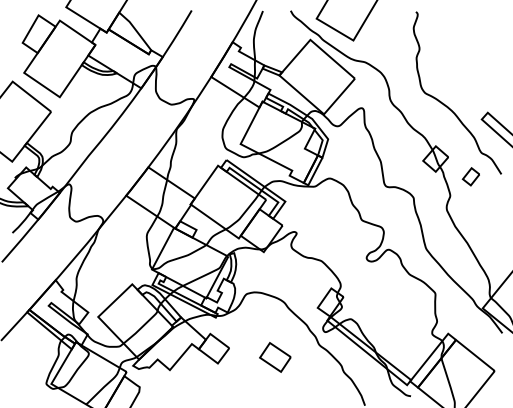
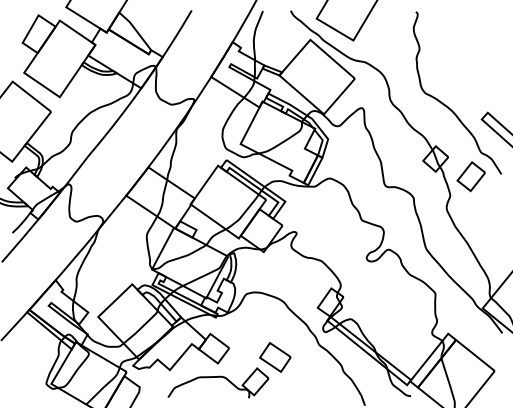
part at (470, 176) size: 19x20 px -> 30x32 px
part at (218, 382): none -> present
